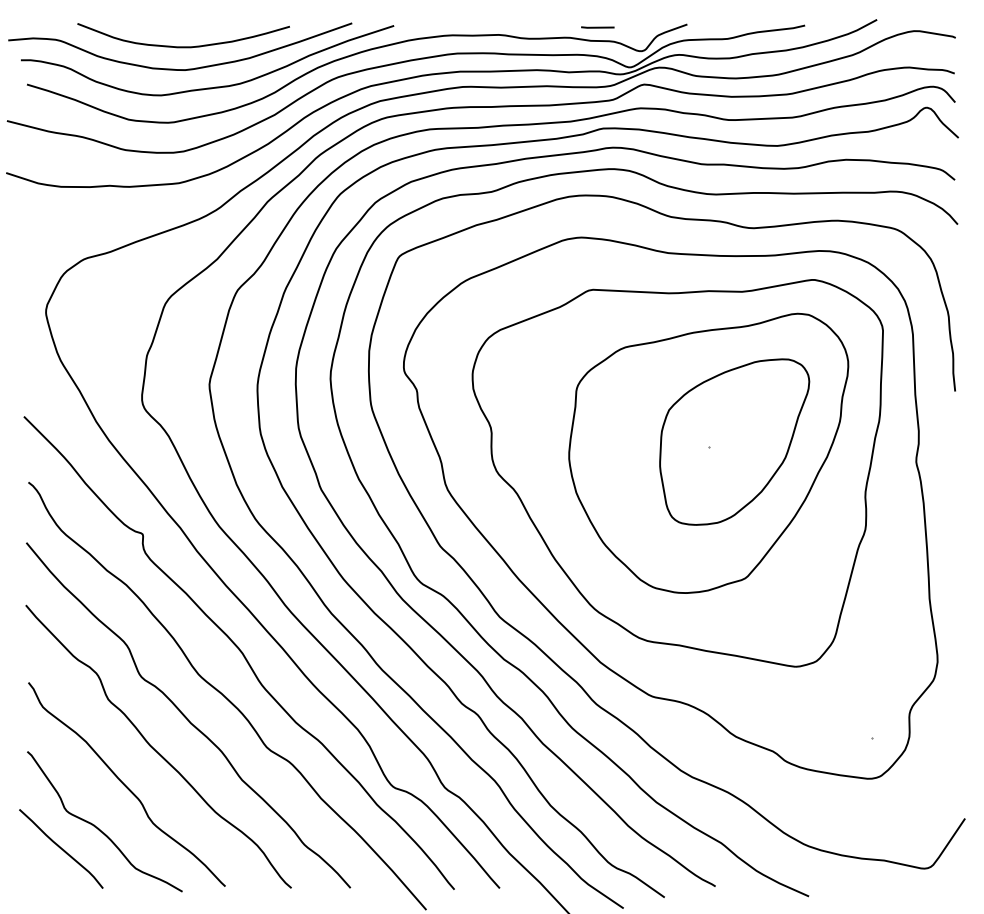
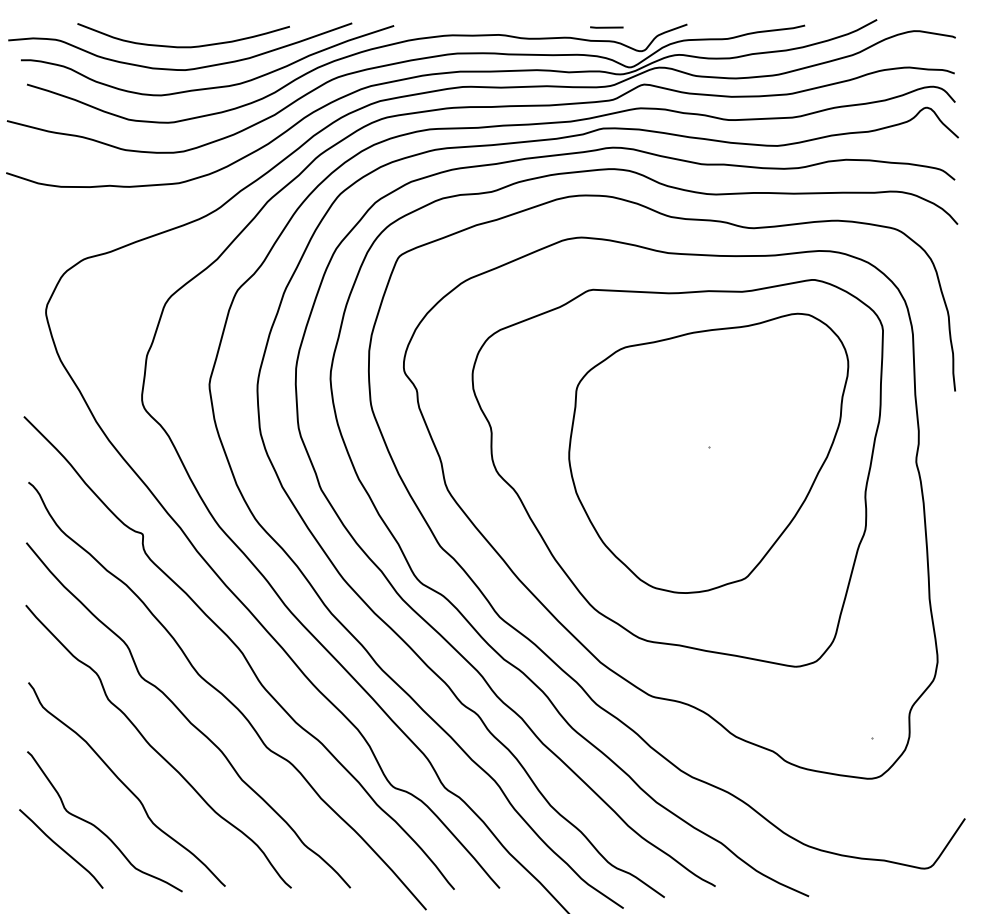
line at (597, 27) position: (597, 27) -> (606, 27)
part at (734, 441): present -> none
